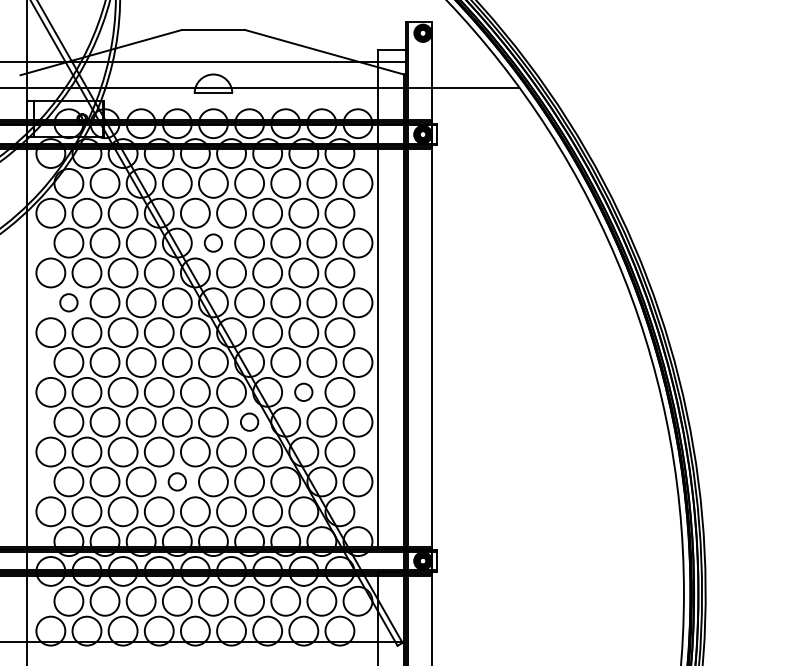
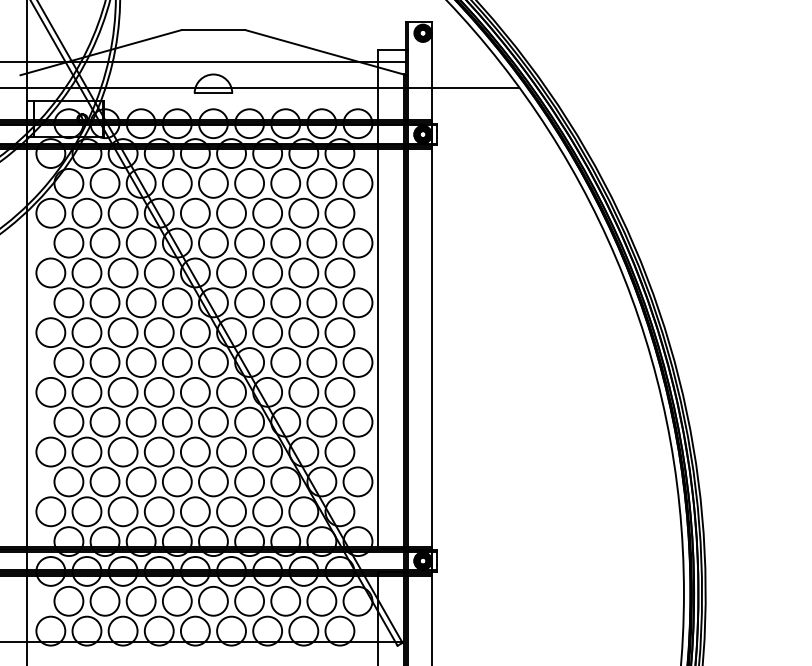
circle at (213, 242) diameter: 17 px -> 29 px
circle at (68, 302) diameter: 17 px -> 29 px
circle at (303, 392) diameter: 17 px -> 29 px
circle at (249, 421) diameter: 17 px -> 29 px
circle at (177, 481) diameter: 17 px -> 29 px
